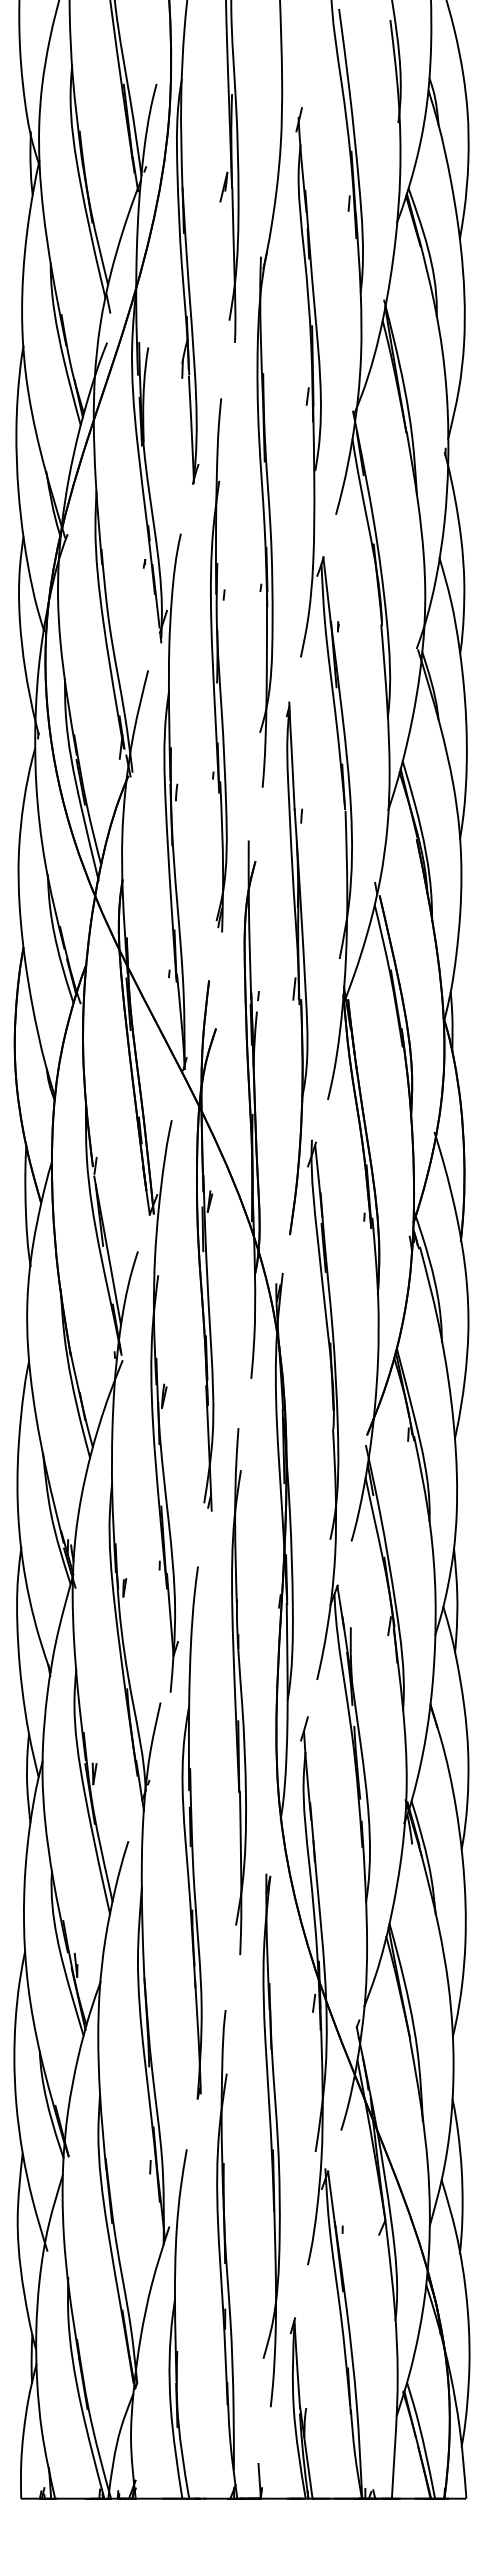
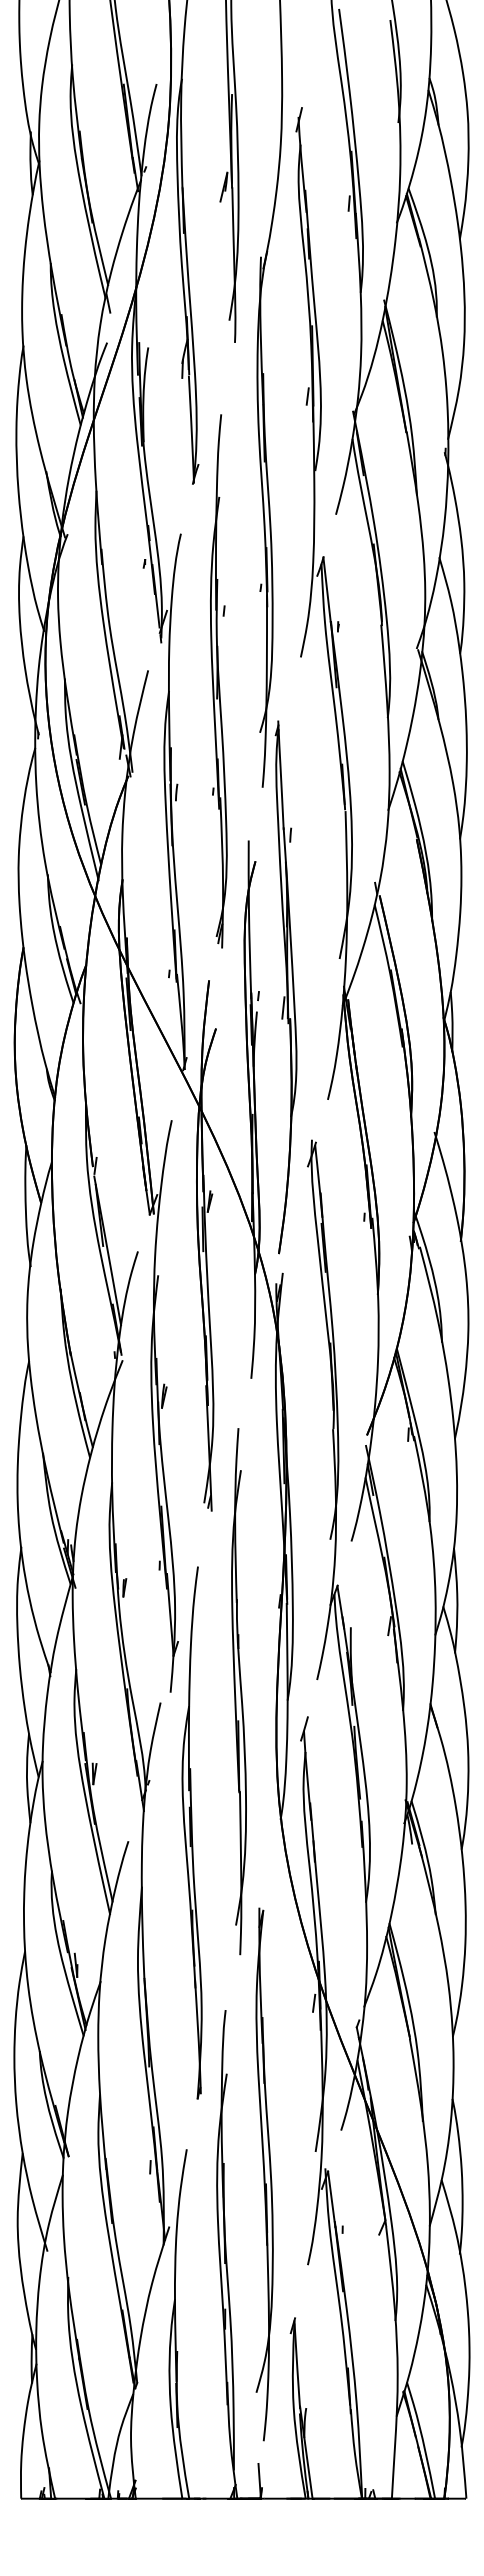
part at (218, 665) position: (218, 665) -> (218, 681)
part at (296, 968) position: (296, 968) -> (285, 987)
part at (271, 2140) position: (271, 2140) -> (264, 2174)
